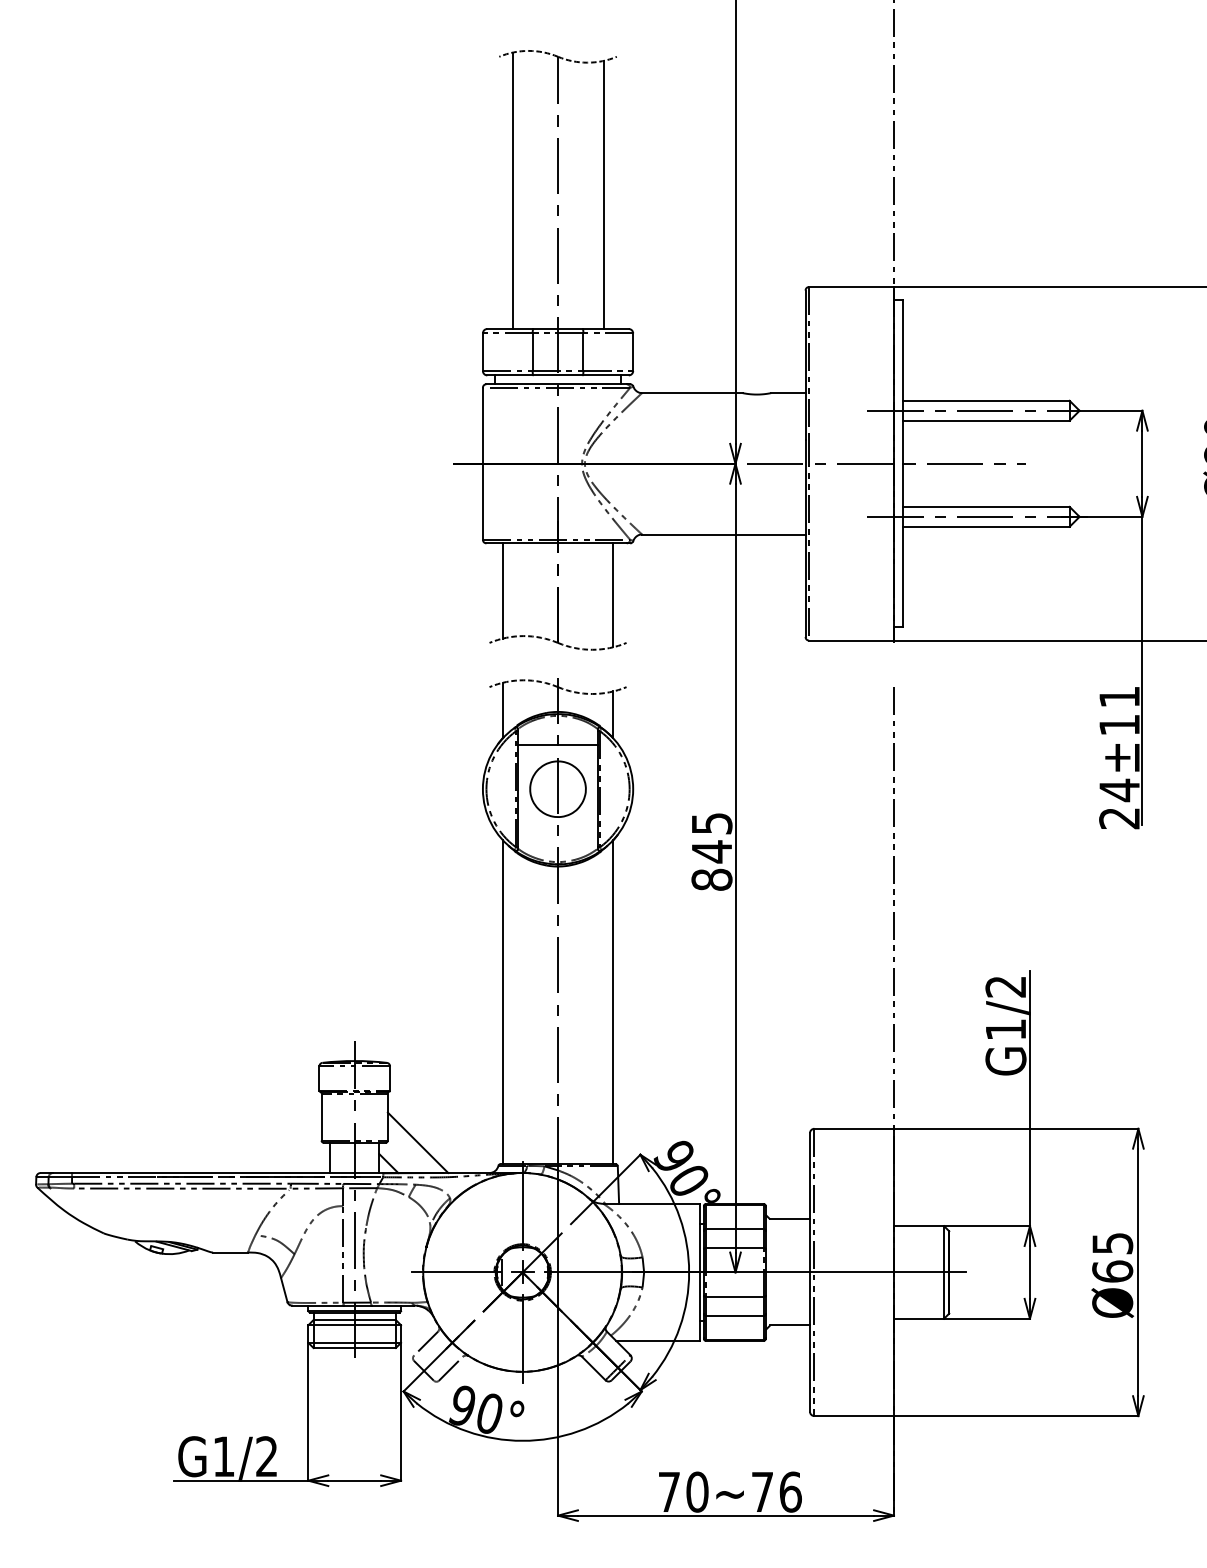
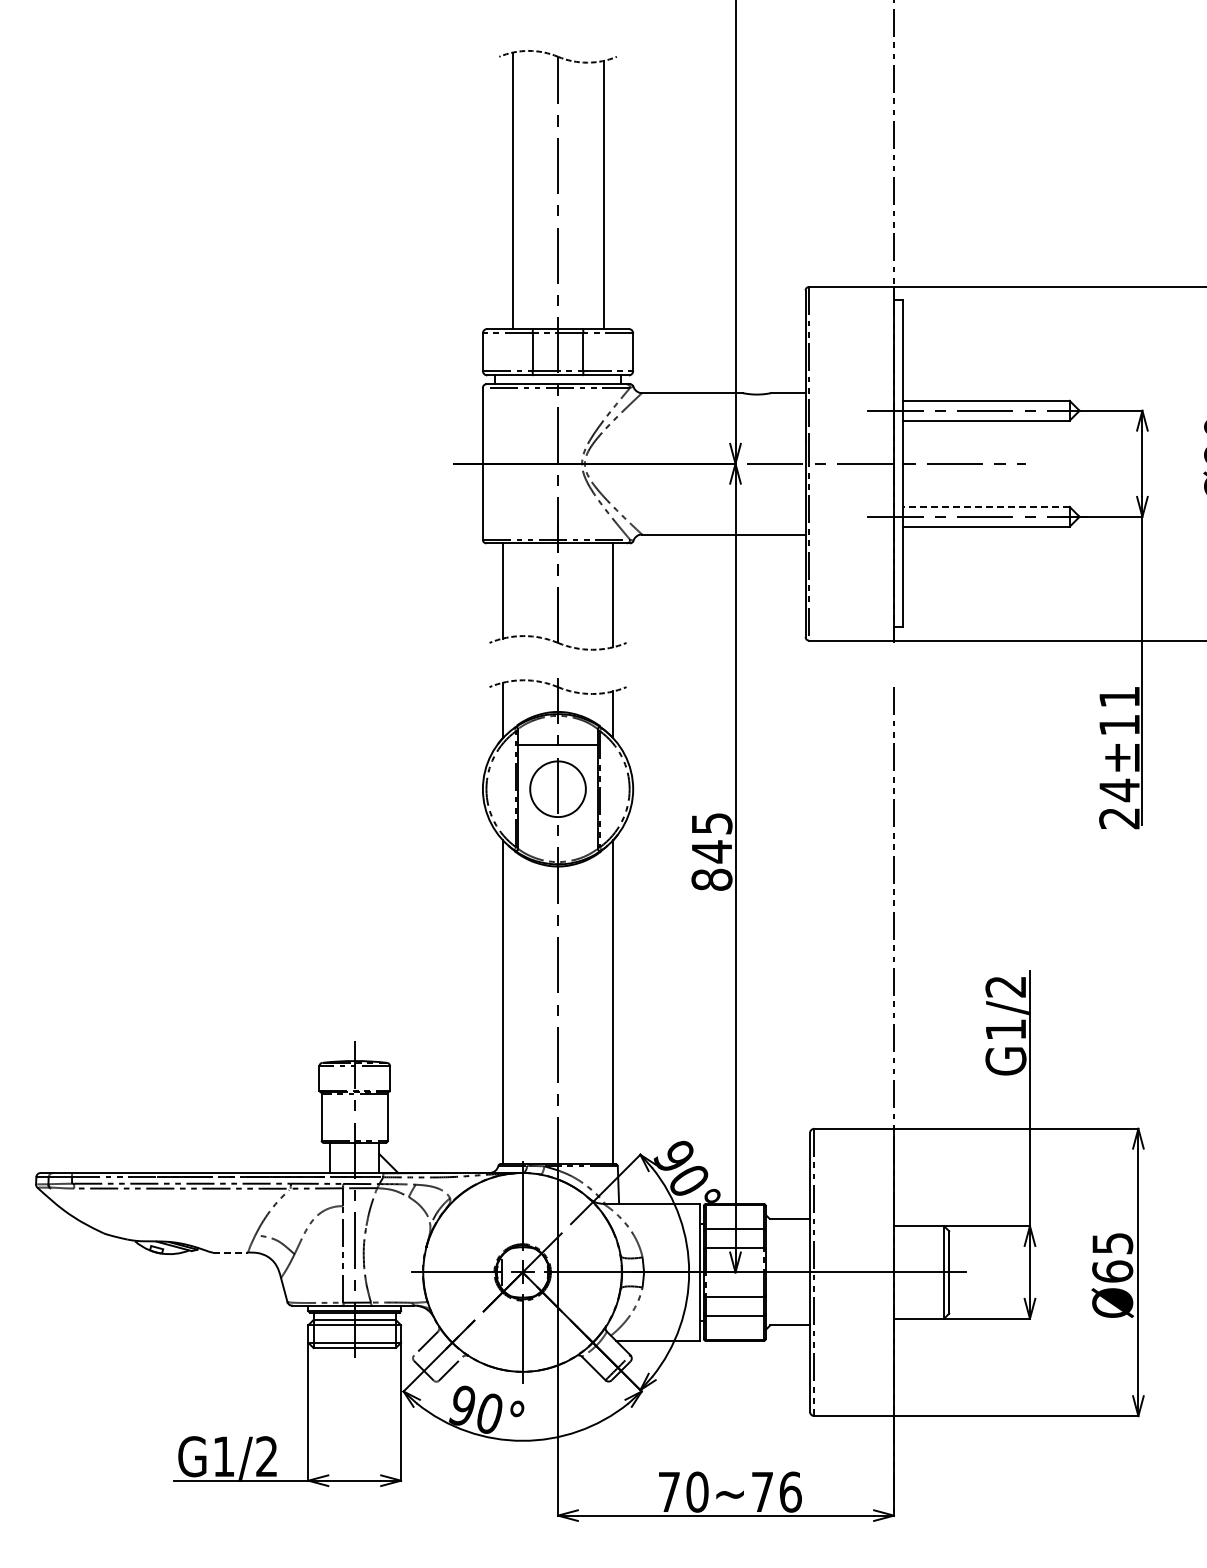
line at (985, 506): solid -> dashed
line at (417, 1142): present -> none
line at (230, 1252): solid -> dashed
